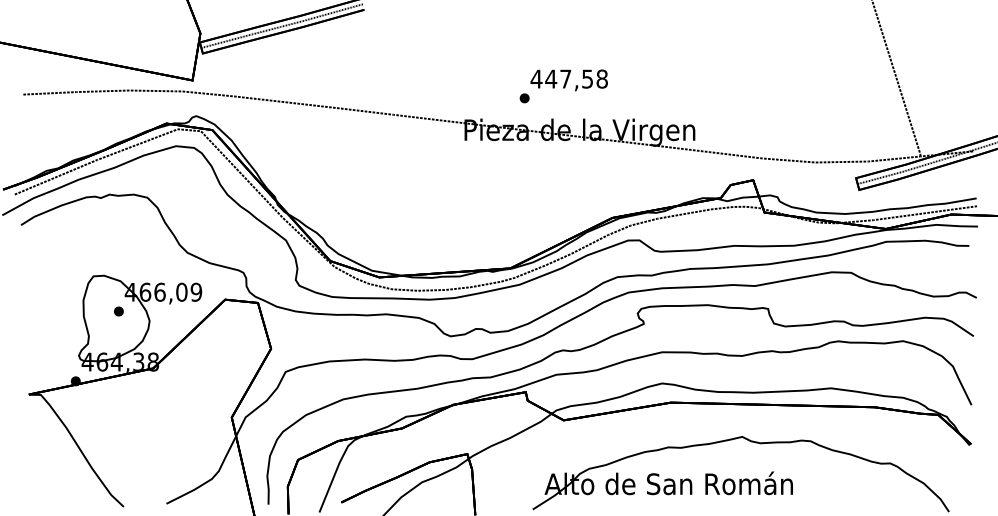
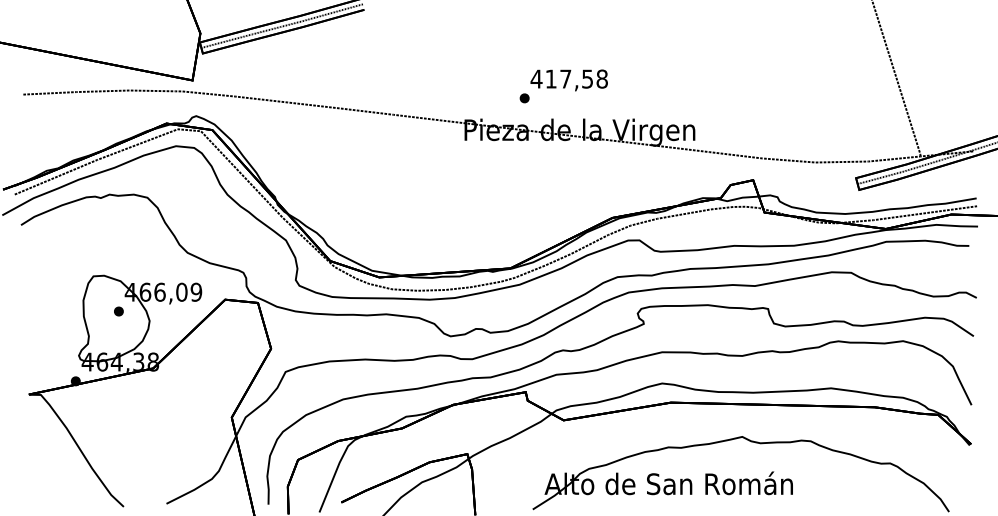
text at (551, 78): 447,58 -> 417,58
